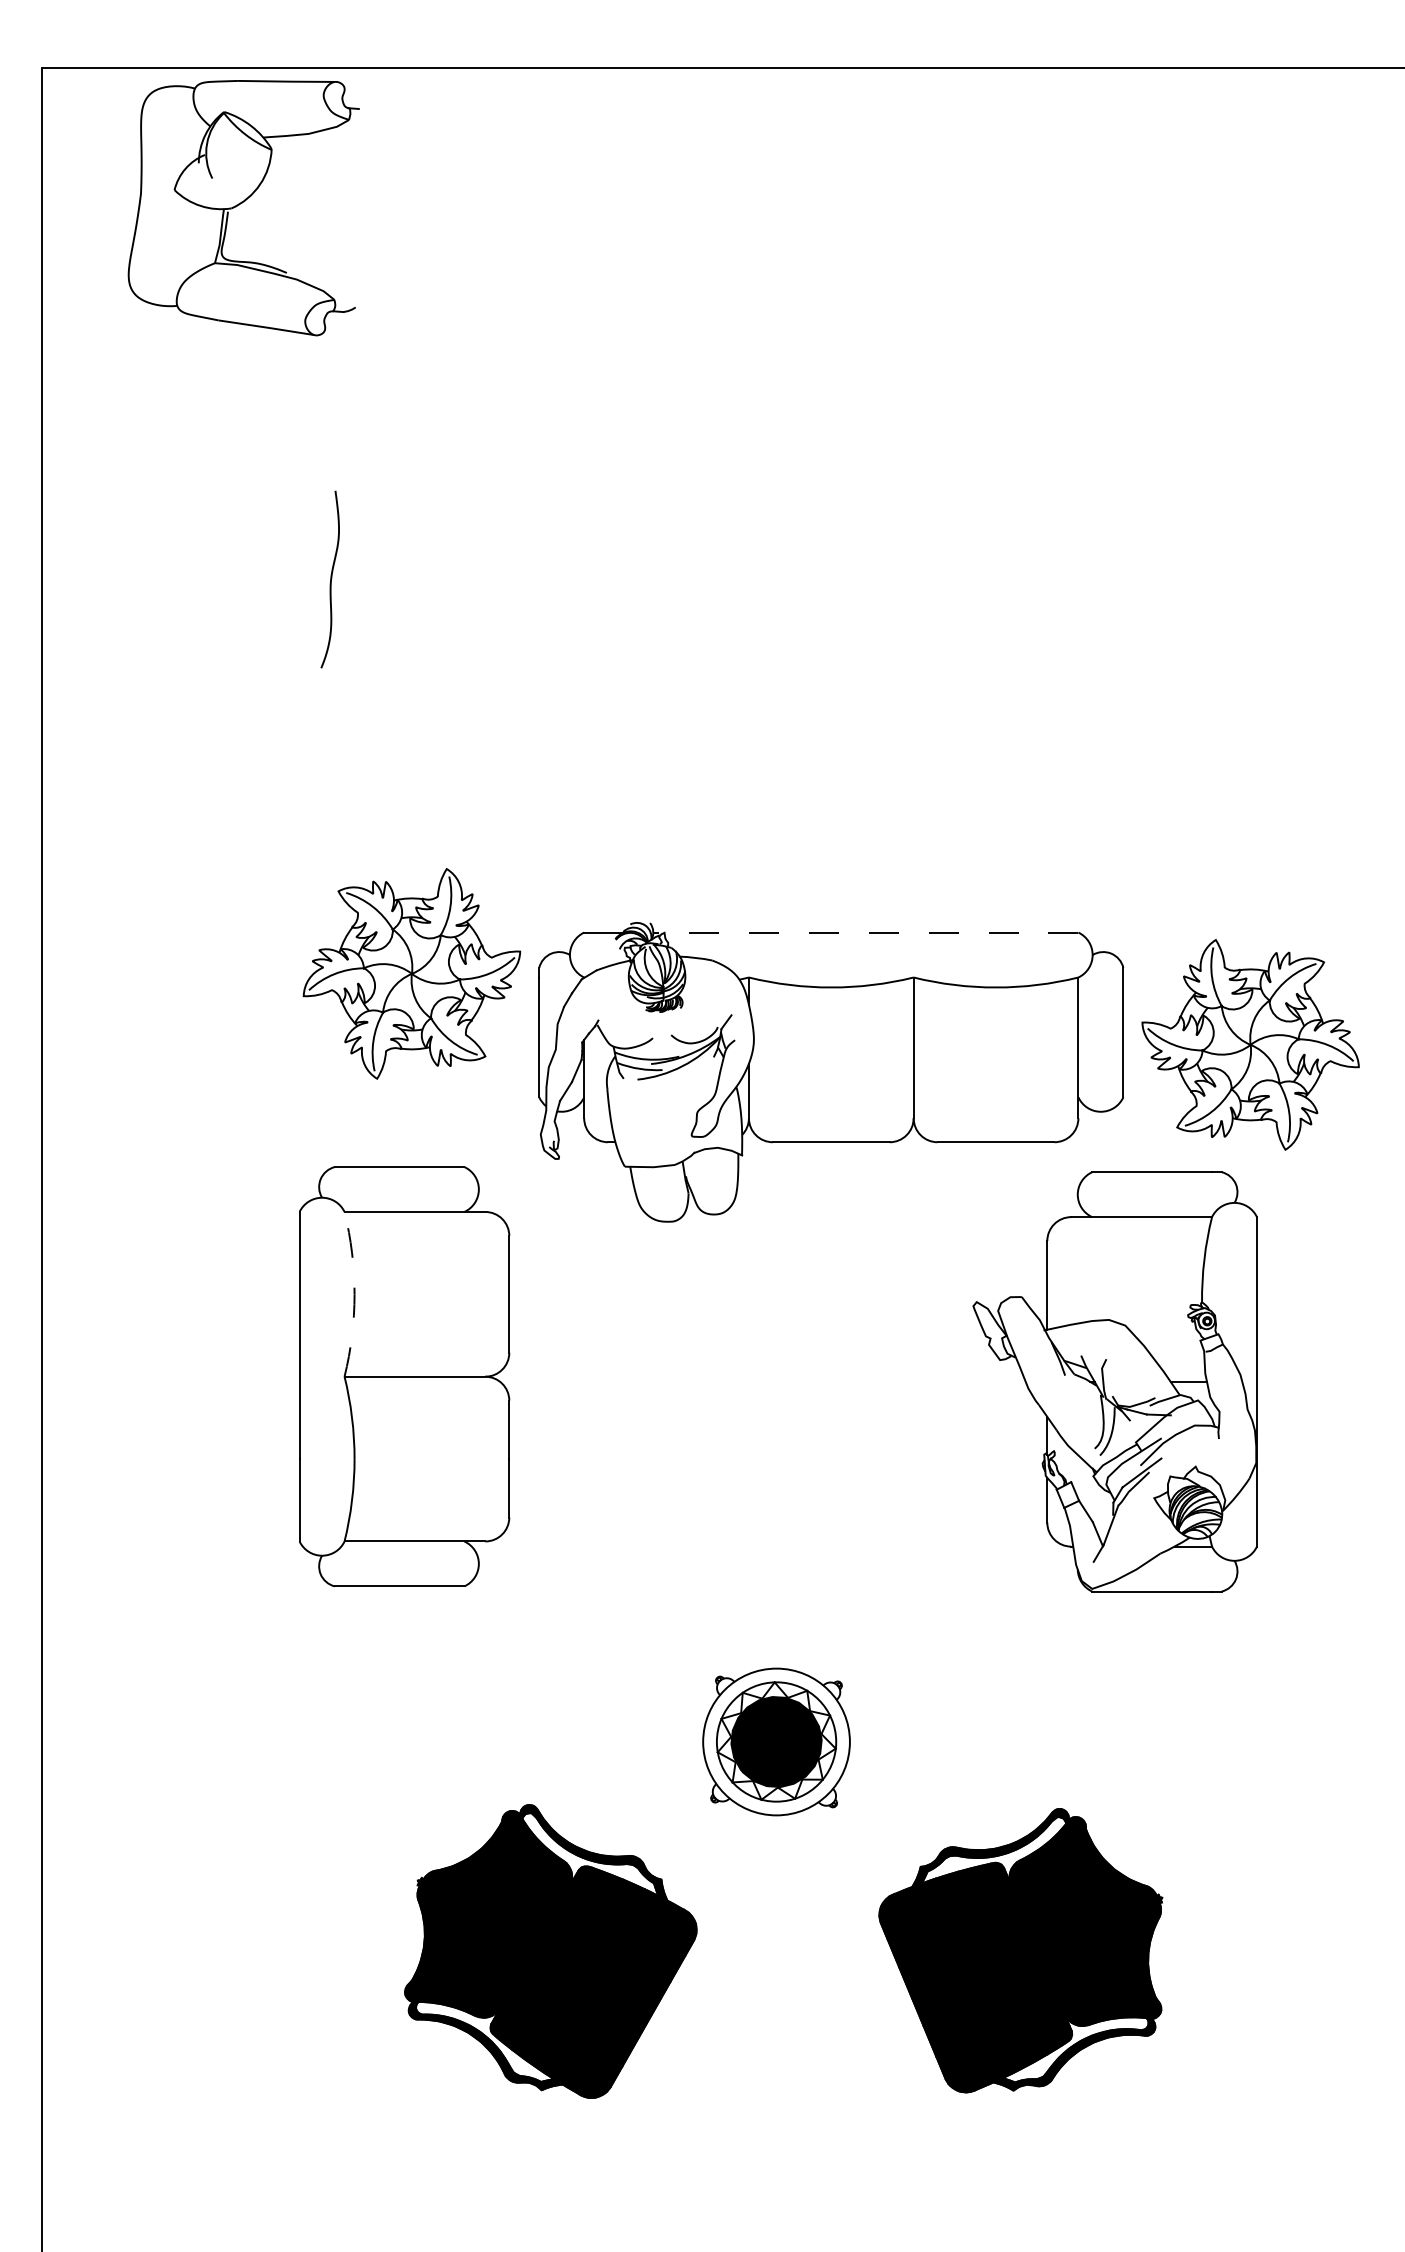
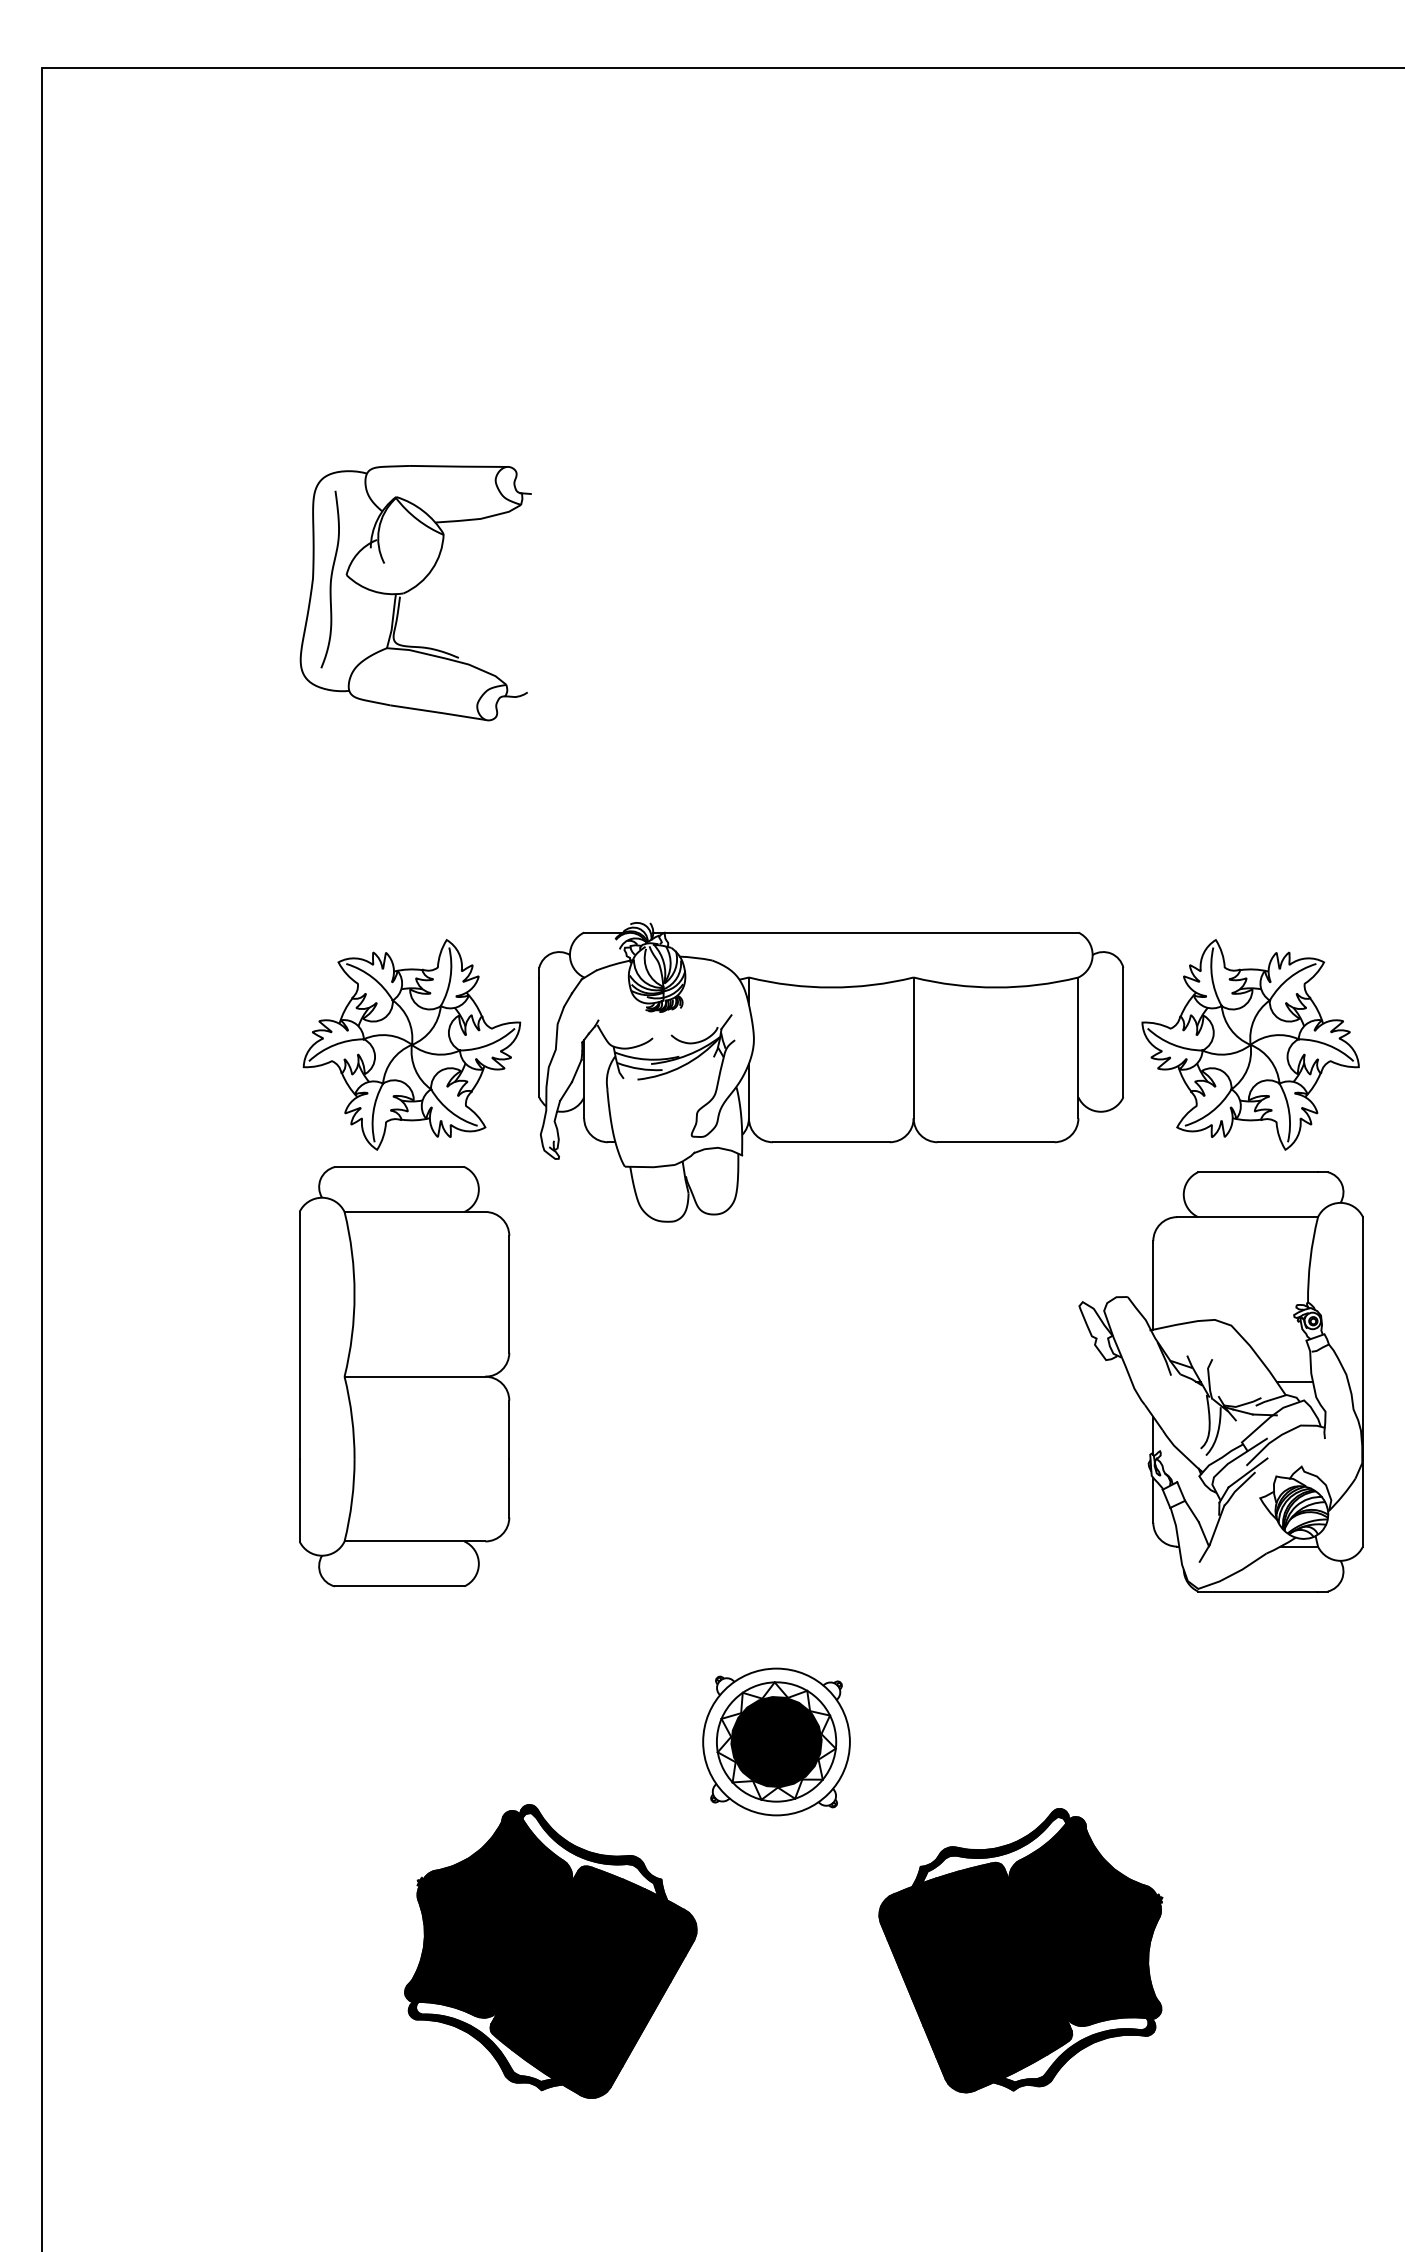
part at (243, 208) position: (243, 208) -> (415, 593)
line at (865, 932): dashed -> solid
part at (411, 973) position: (411, 973) -> (411, 1044)
arc at (354, 1294): dashed -> solid
part at (1114, 1381) position: (1114, 1381) -> (1220, 1381)
